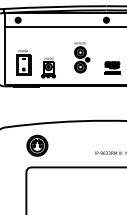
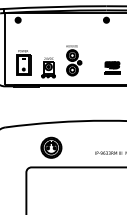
line at (63, 27): present -> none
part at (82, 57) position: (82, 57) -> (74, 60)
part at (37, 145) position: (37, 145) -> (51, 147)
